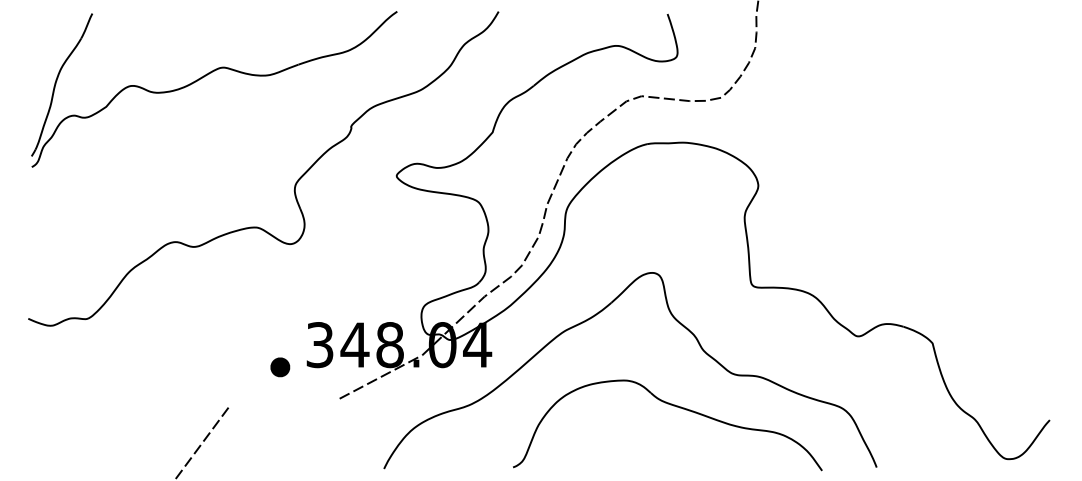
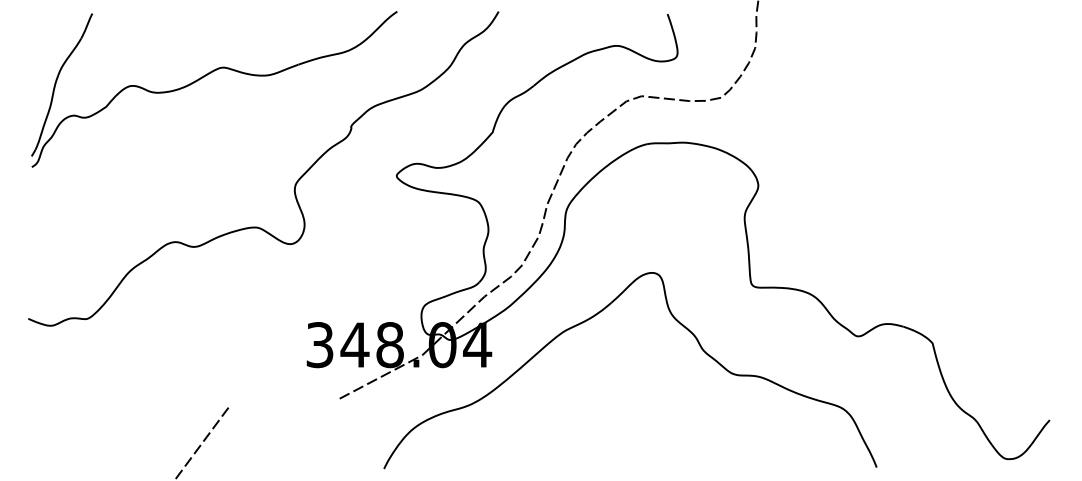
part at (280, 367): present -> none
part at (673, 406): present -> none
